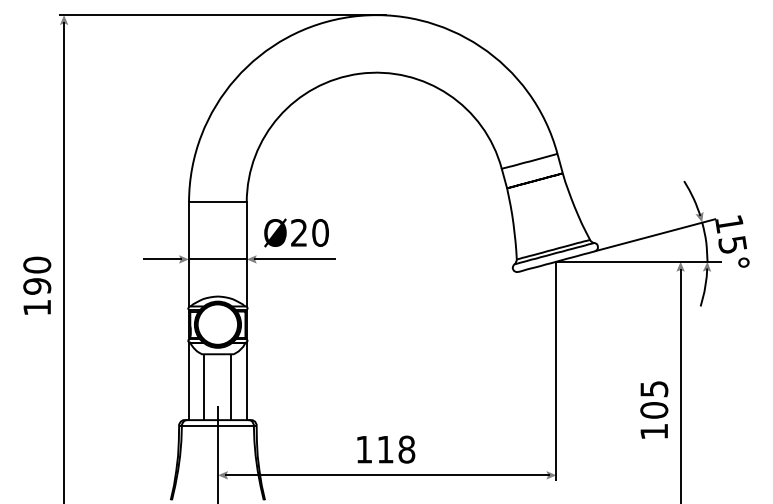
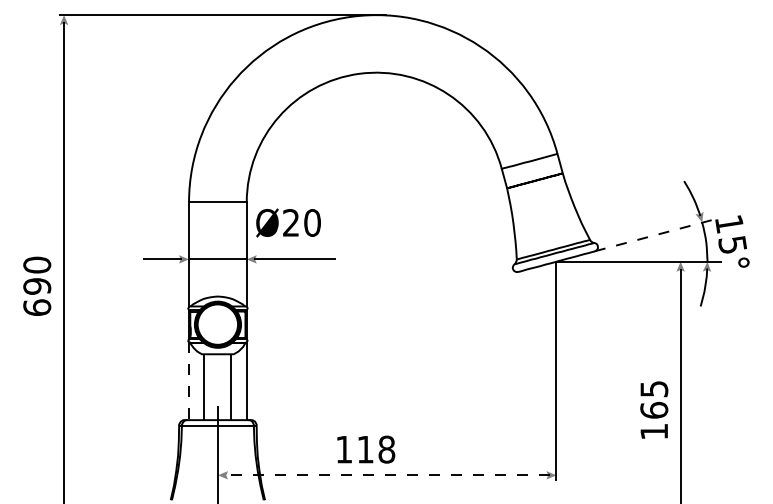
text at (296, 232) position: (296, 232) -> (288, 222)
line at (655, 235): solid -> dashed
text at (37, 307): 190 -> 690
line at (189, 381): solid -> dashed
text at (654, 409): 105 -> 165
text at (386, 449) position: (386, 449) -> (366, 449)
line at (386, 475): solid -> dashed
